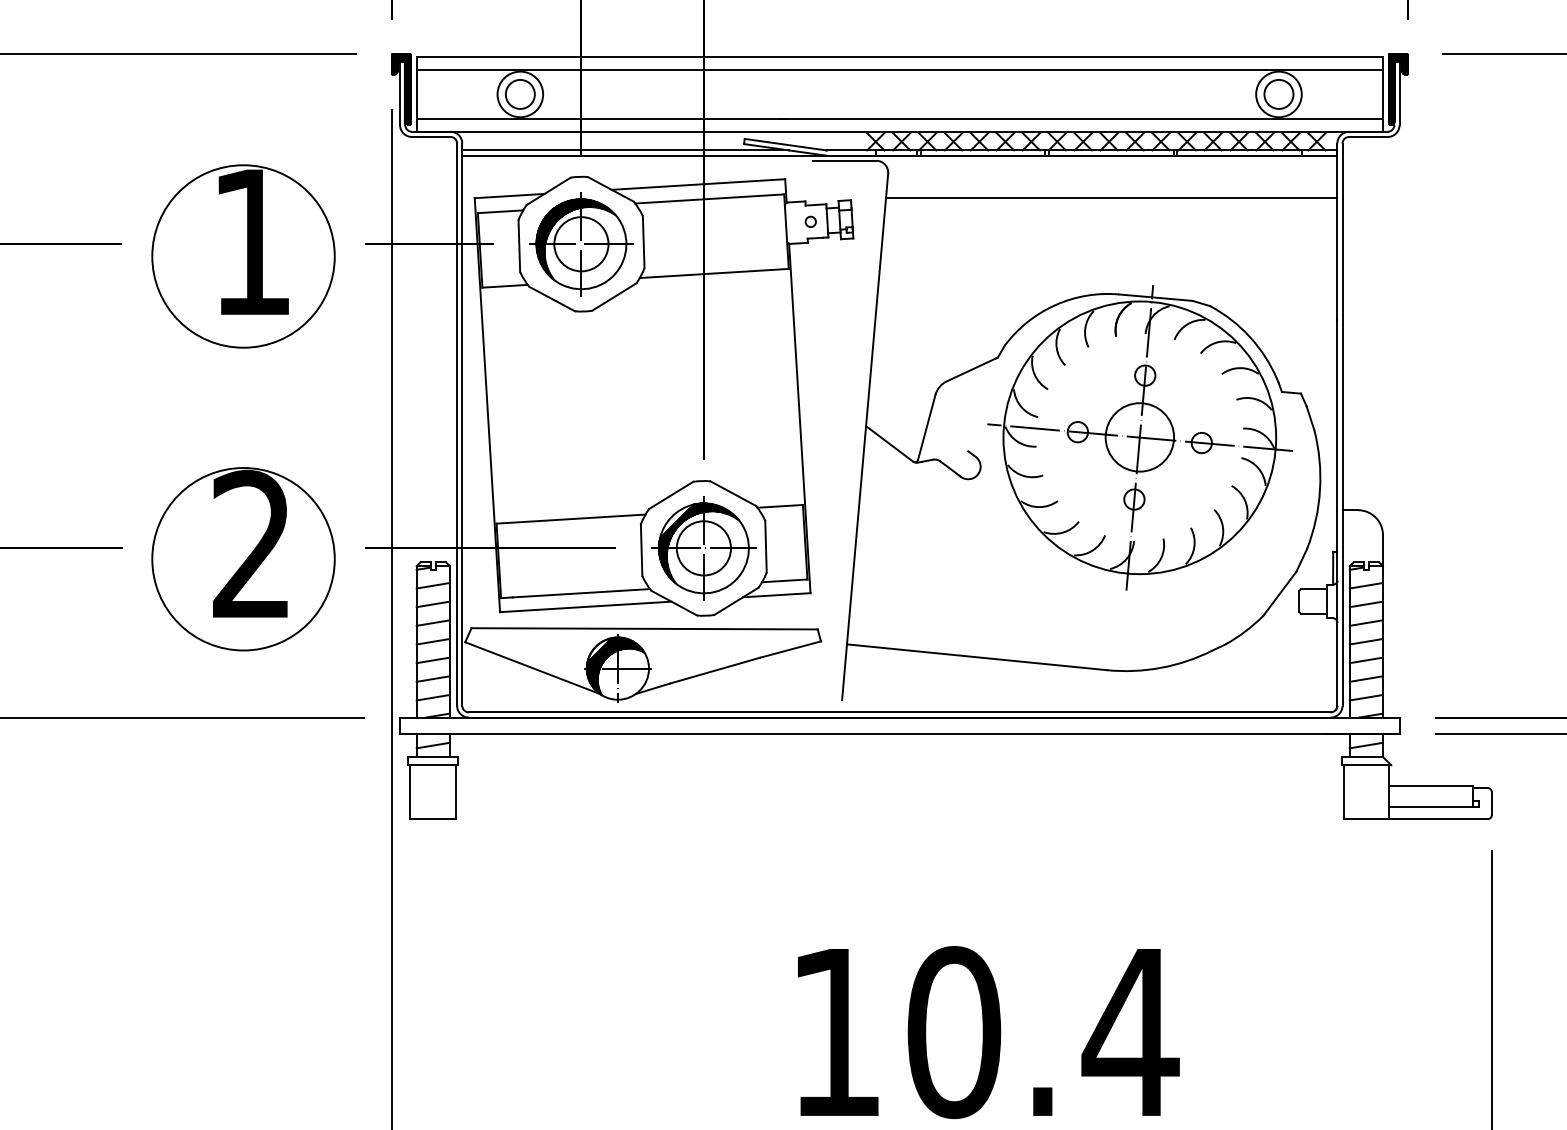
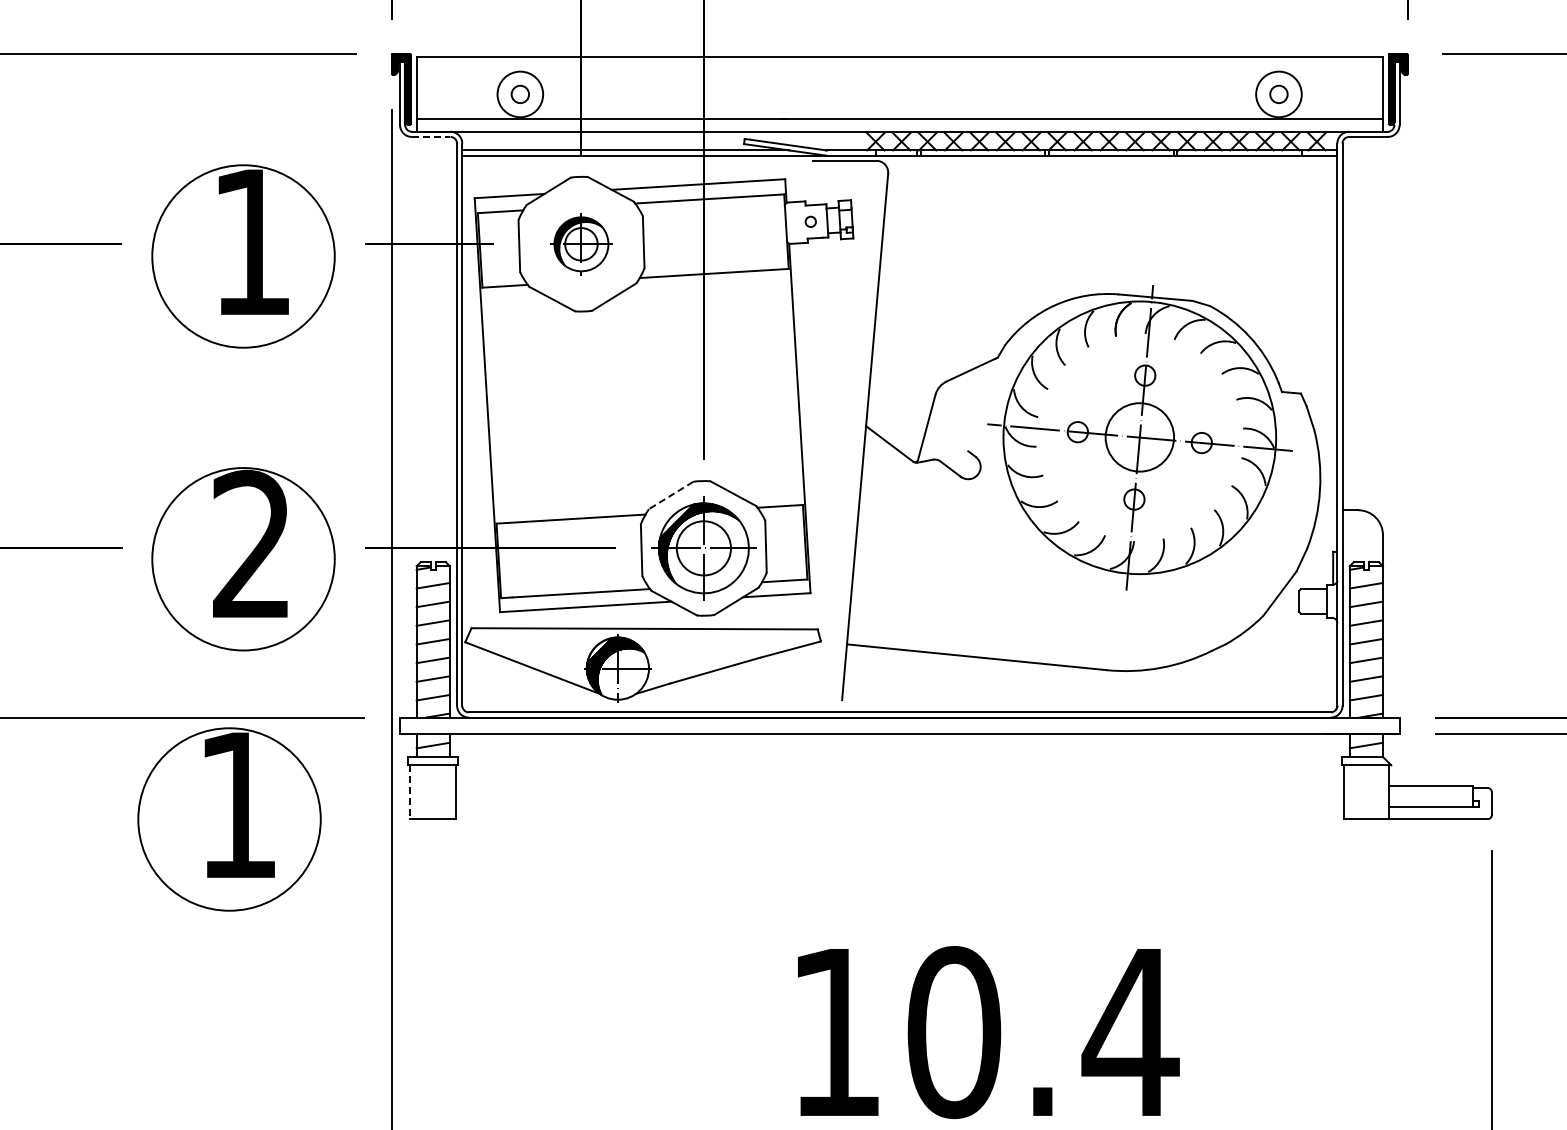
line at (899, 70): present -> none
circle at (519, 93) diameter: 29 px -> 17 px
circle at (1278, 93) diameter: 29 px -> 17 px
line at (431, 136): solid -> dashed
line at (1111, 198): present -> none
part at (581, 244) size: 105x105 px -> 63x63 px
line at (671, 495): solid -> dashed
line at (410, 792): solid -> dashed
part at (229, 819): none -> present
